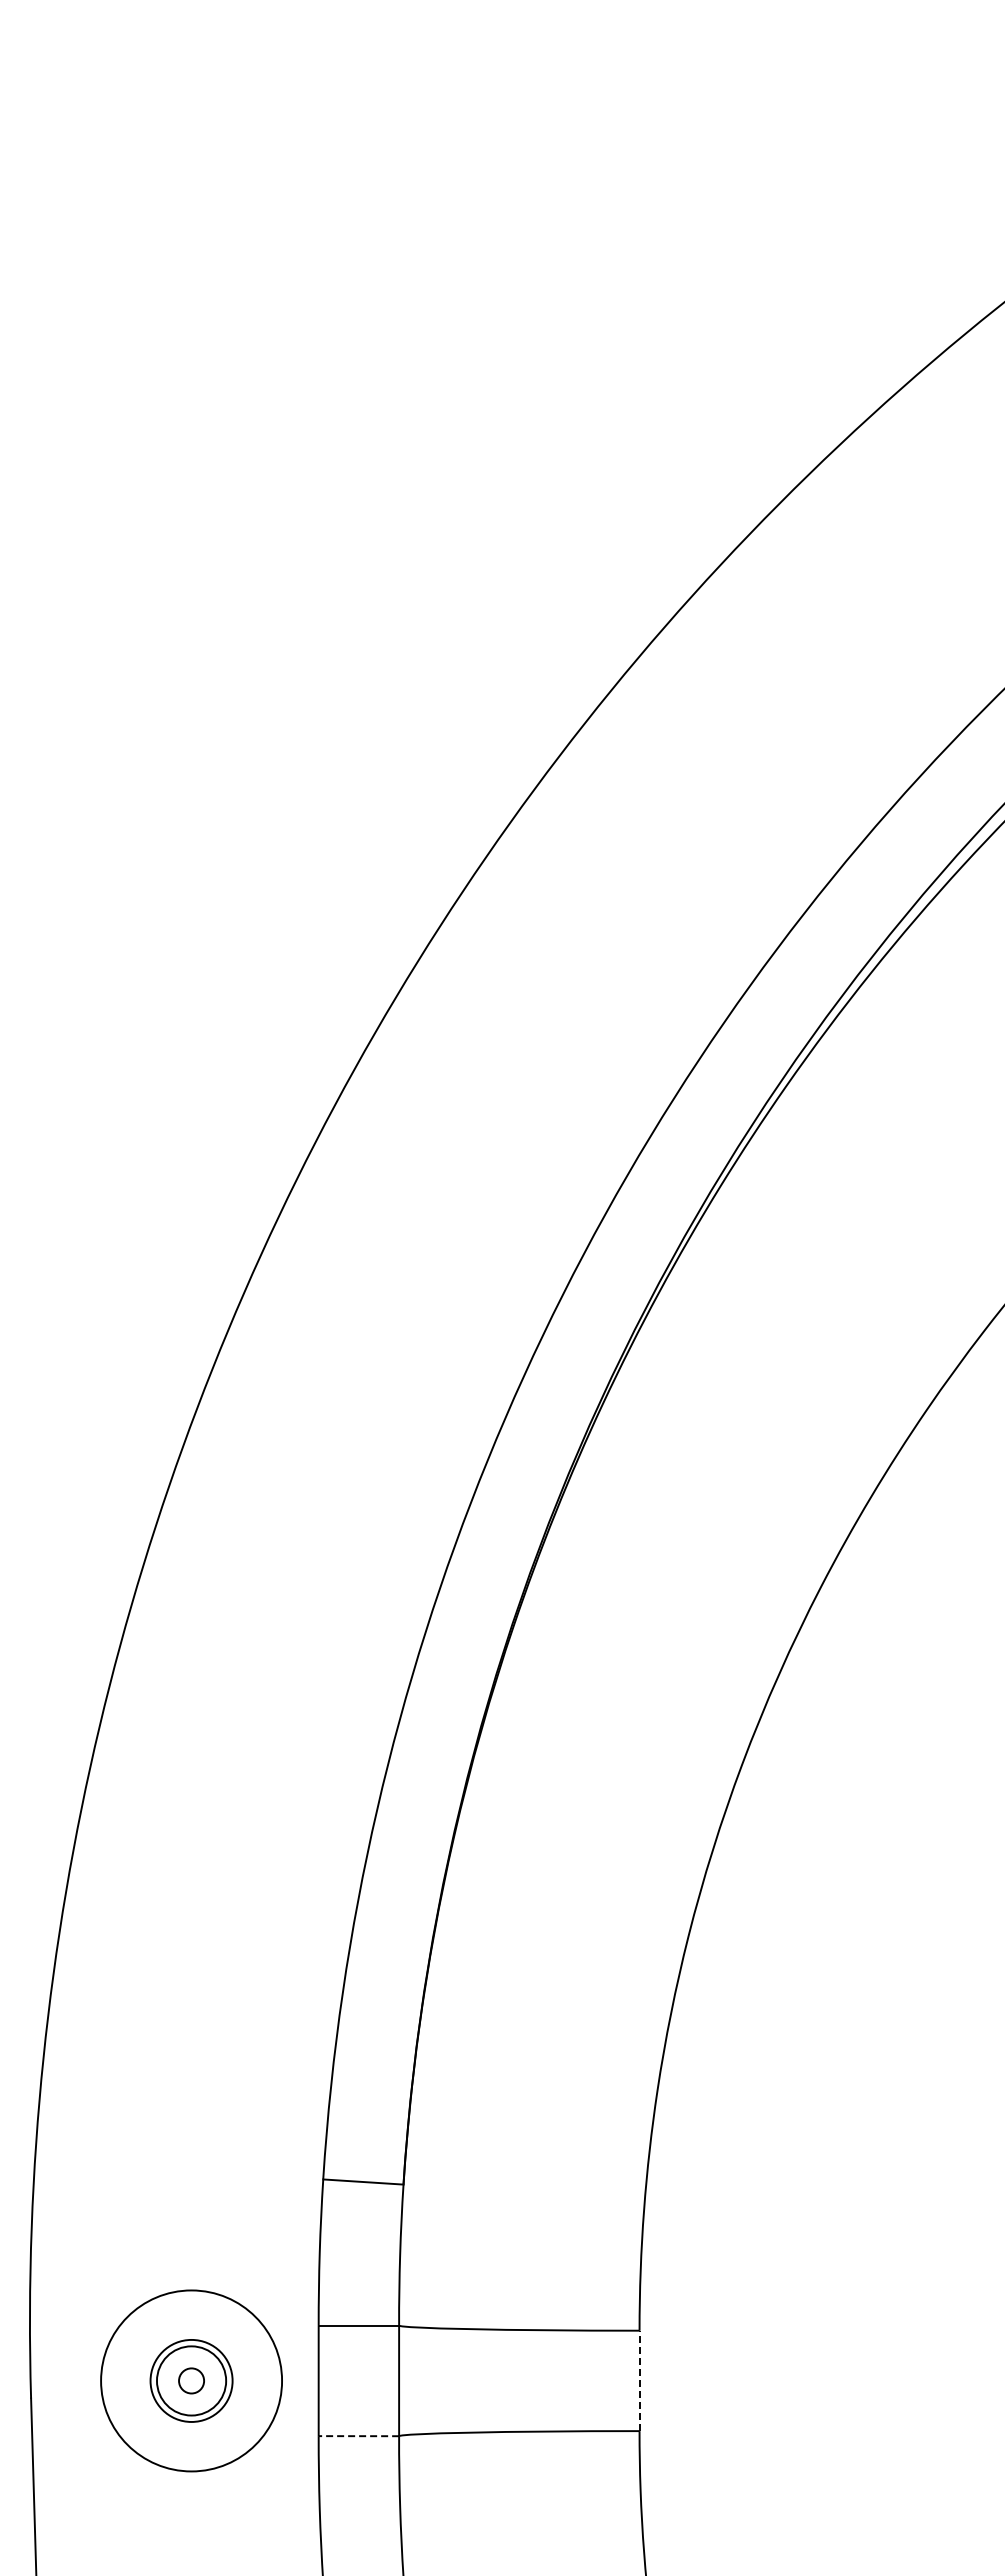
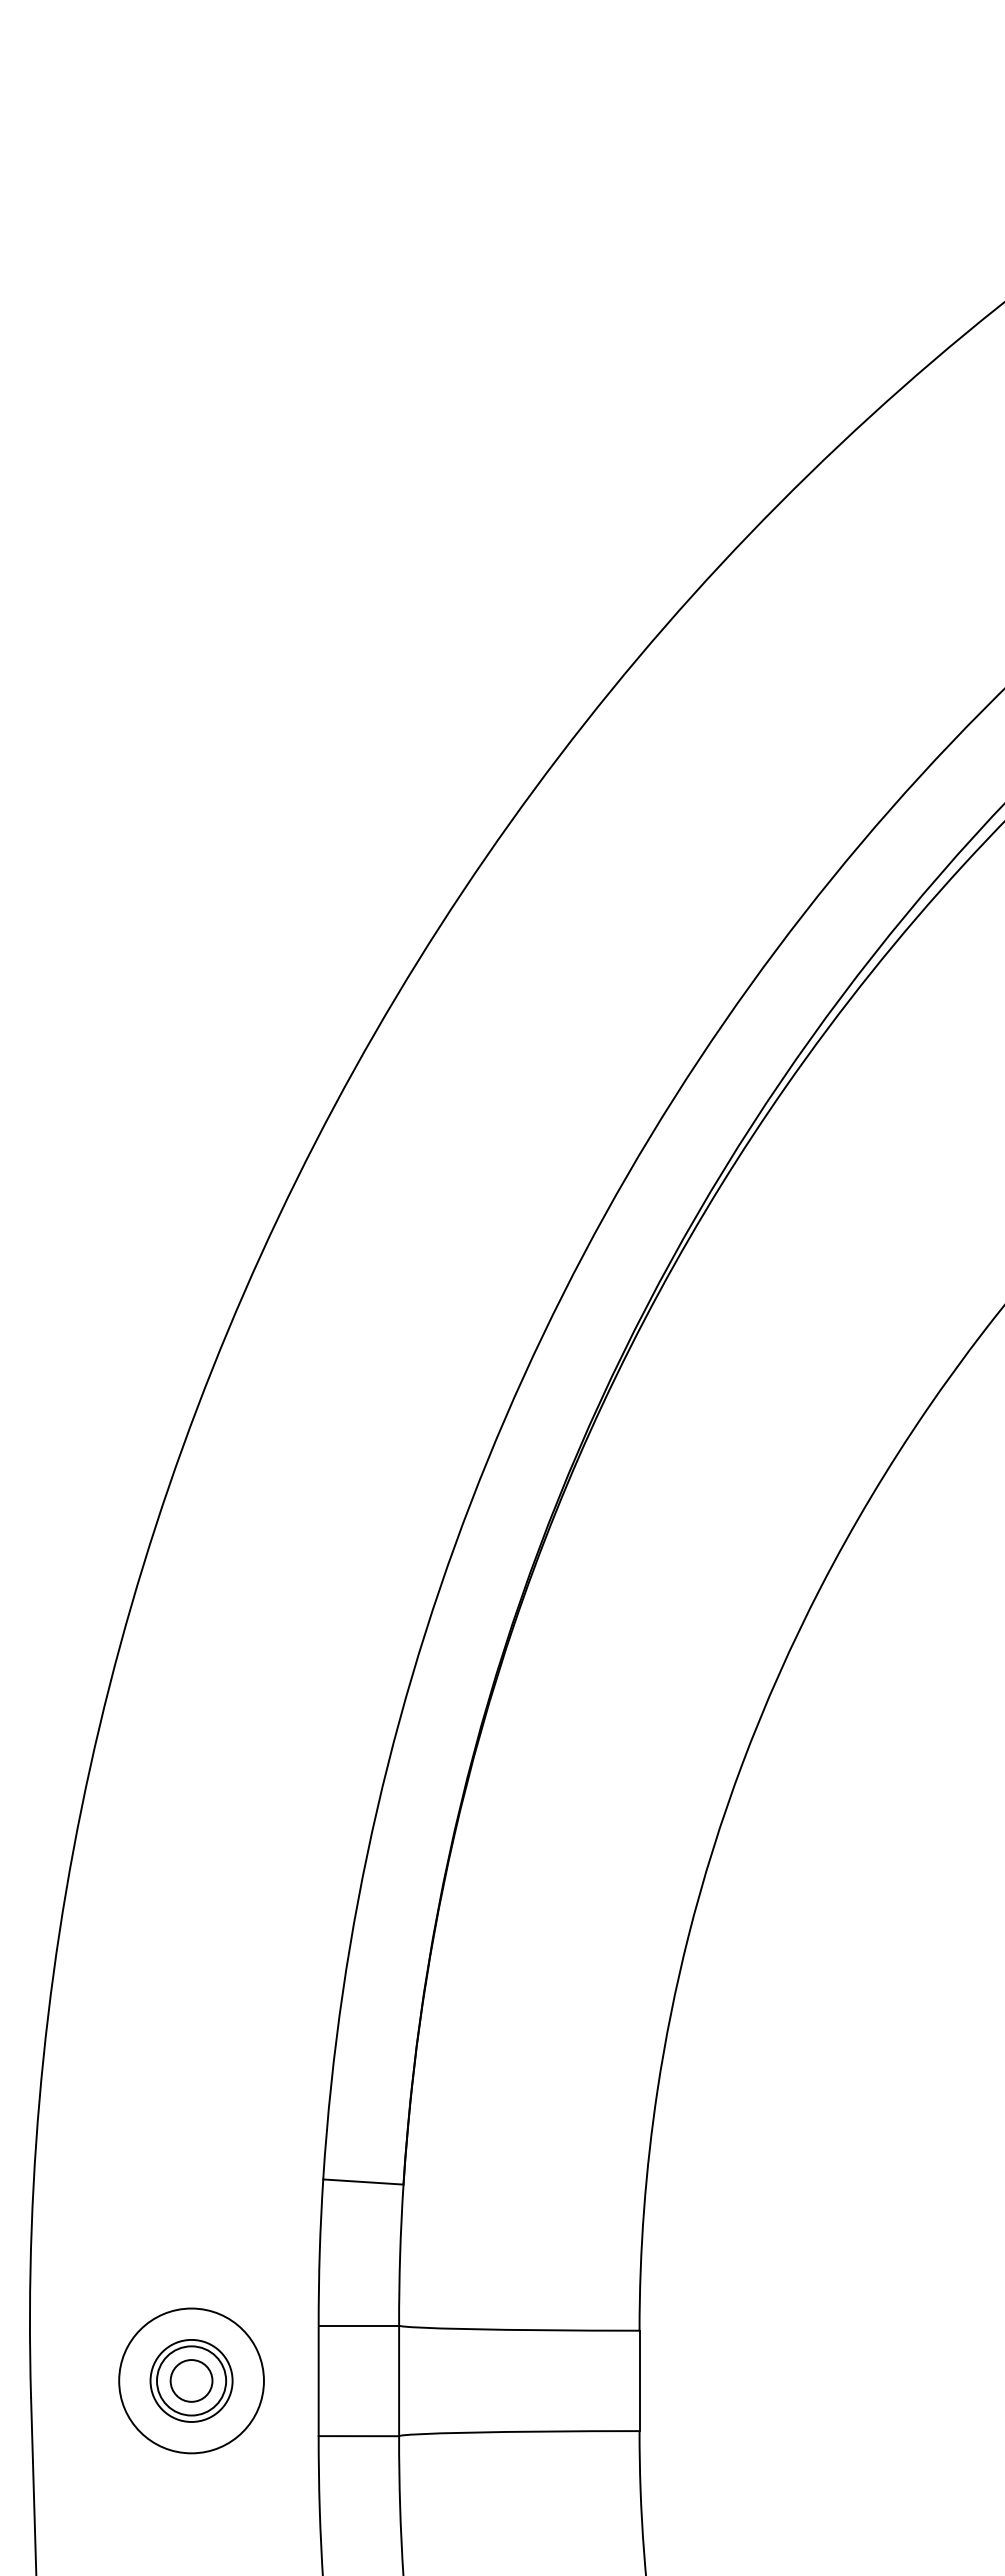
circle at (191, 2380) diameter: 181 px -> 145 px
circle at (191, 2380) diameter: 25 px -> 42 px
line at (639, 2380): dashed -> solid
line at (358, 2436): dashed -> solid
